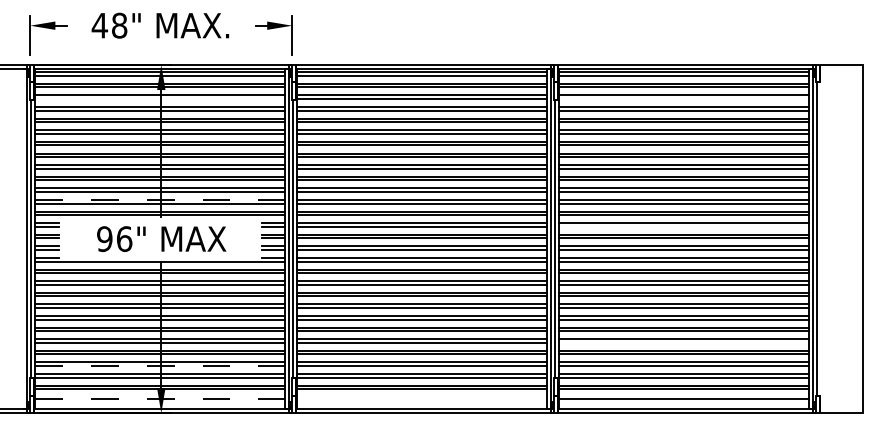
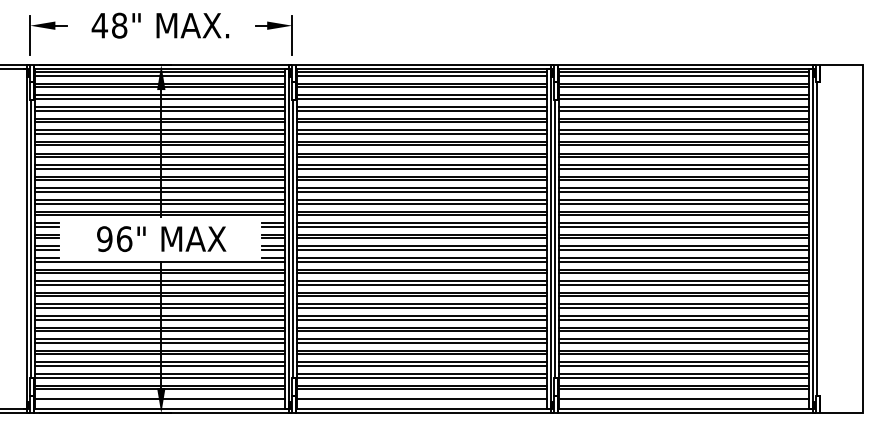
line at (160, 99): none -> present
line at (683, 99): none -> present
line at (160, 199): dashed -> solid
line at (683, 226): none -> present
line at (683, 342): none -> present
line at (160, 366): dashed -> solid
line at (160, 398): dashed -> solid
line at (421, 398): none -> present
